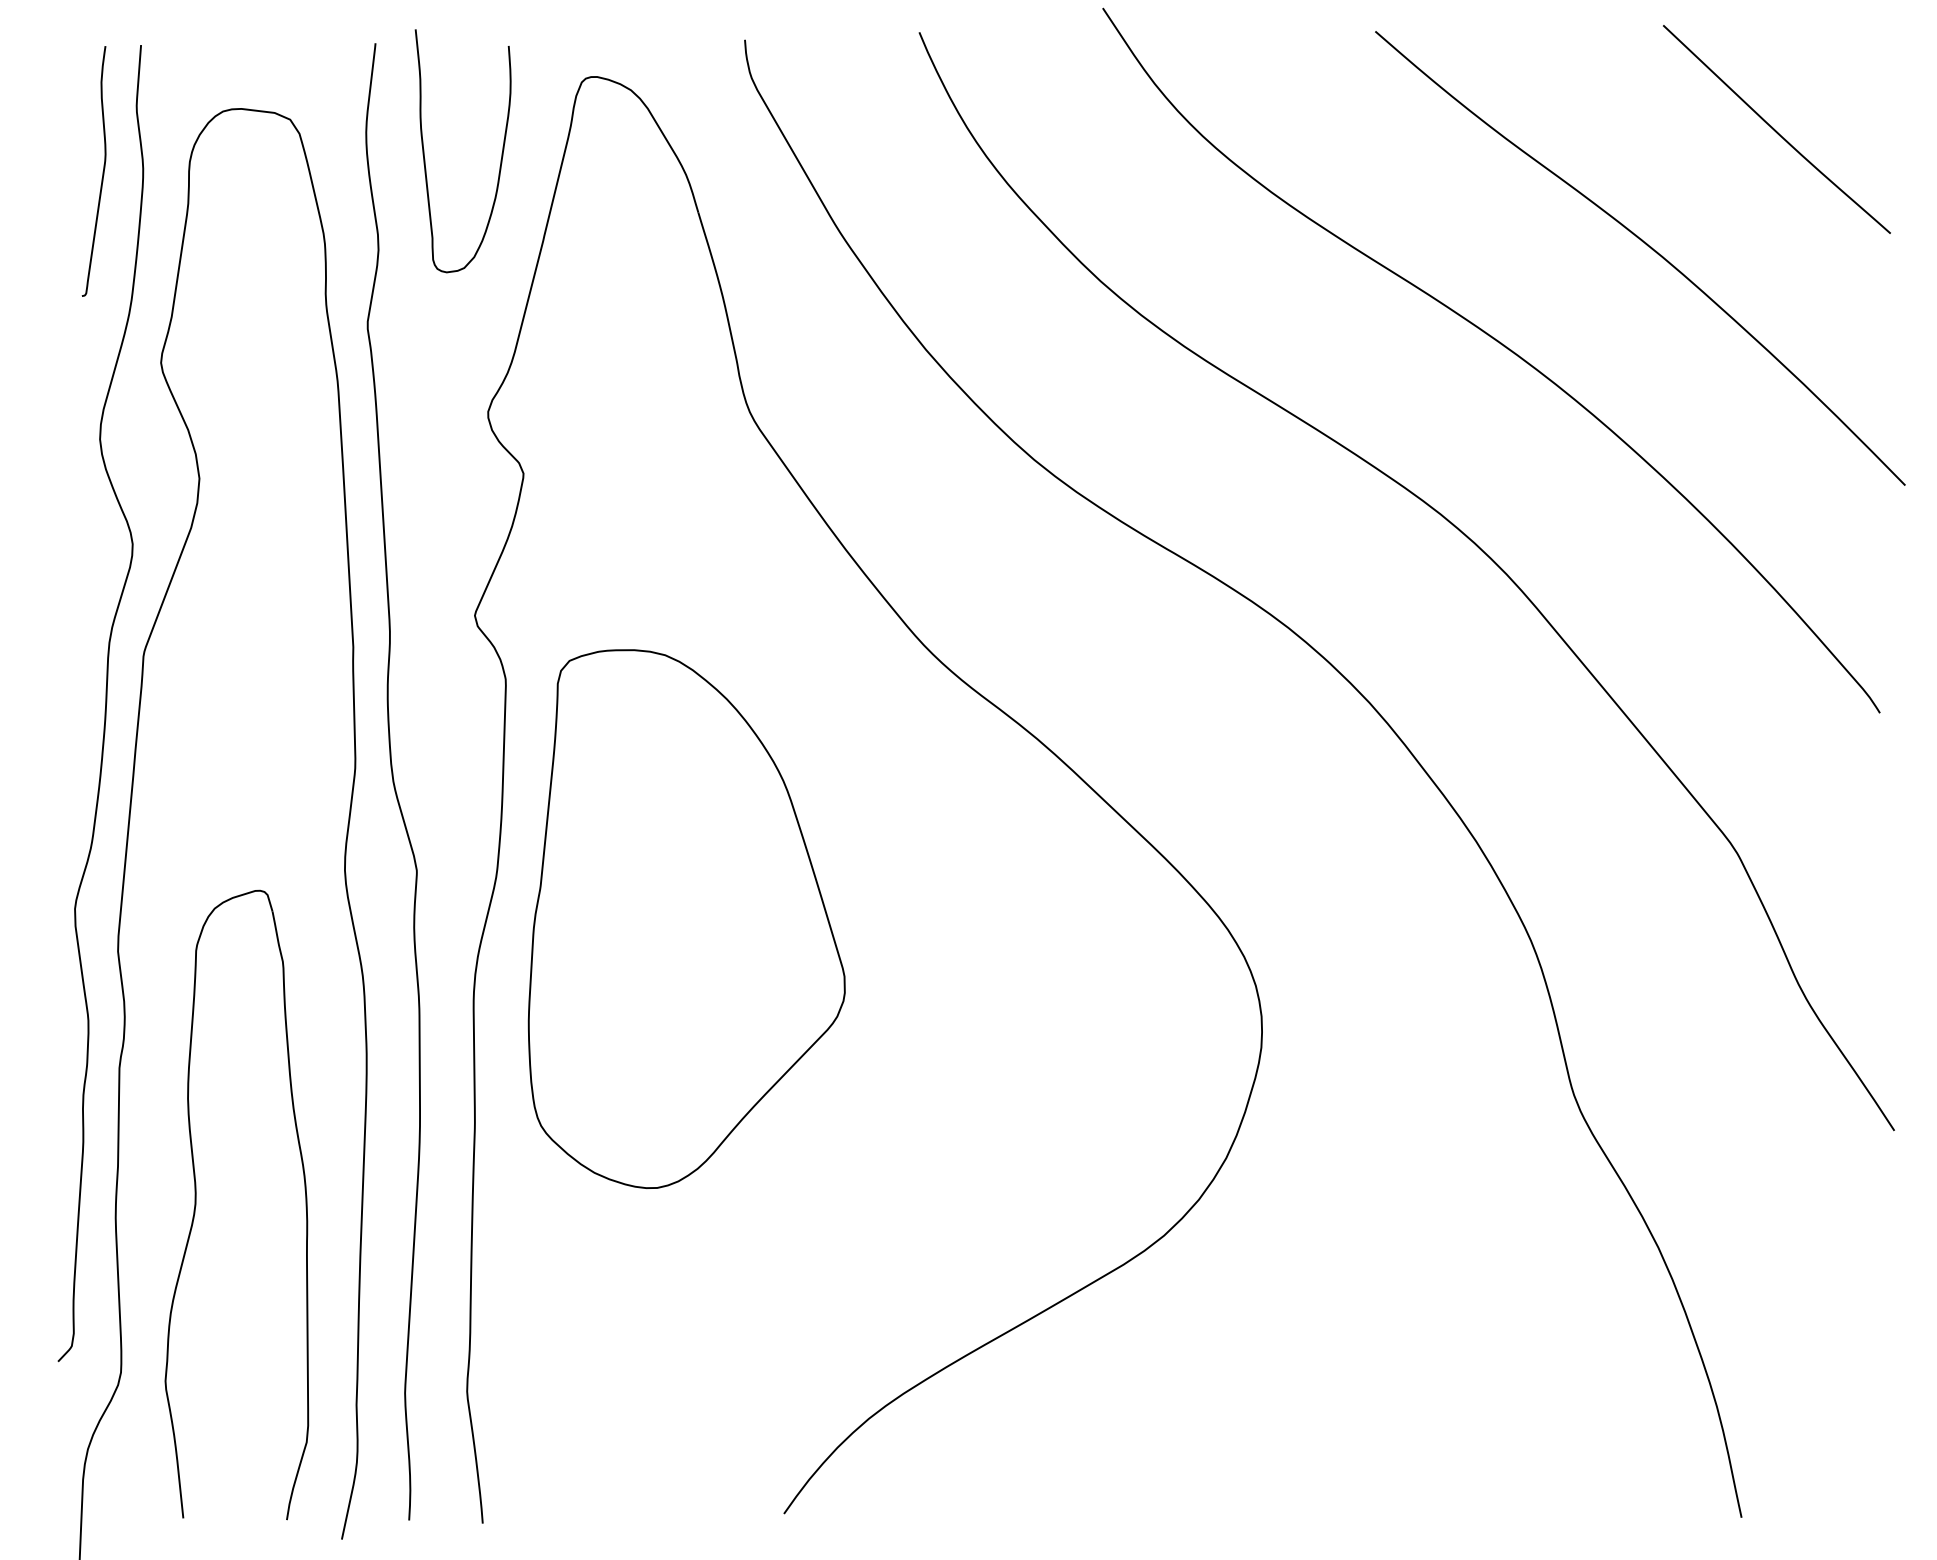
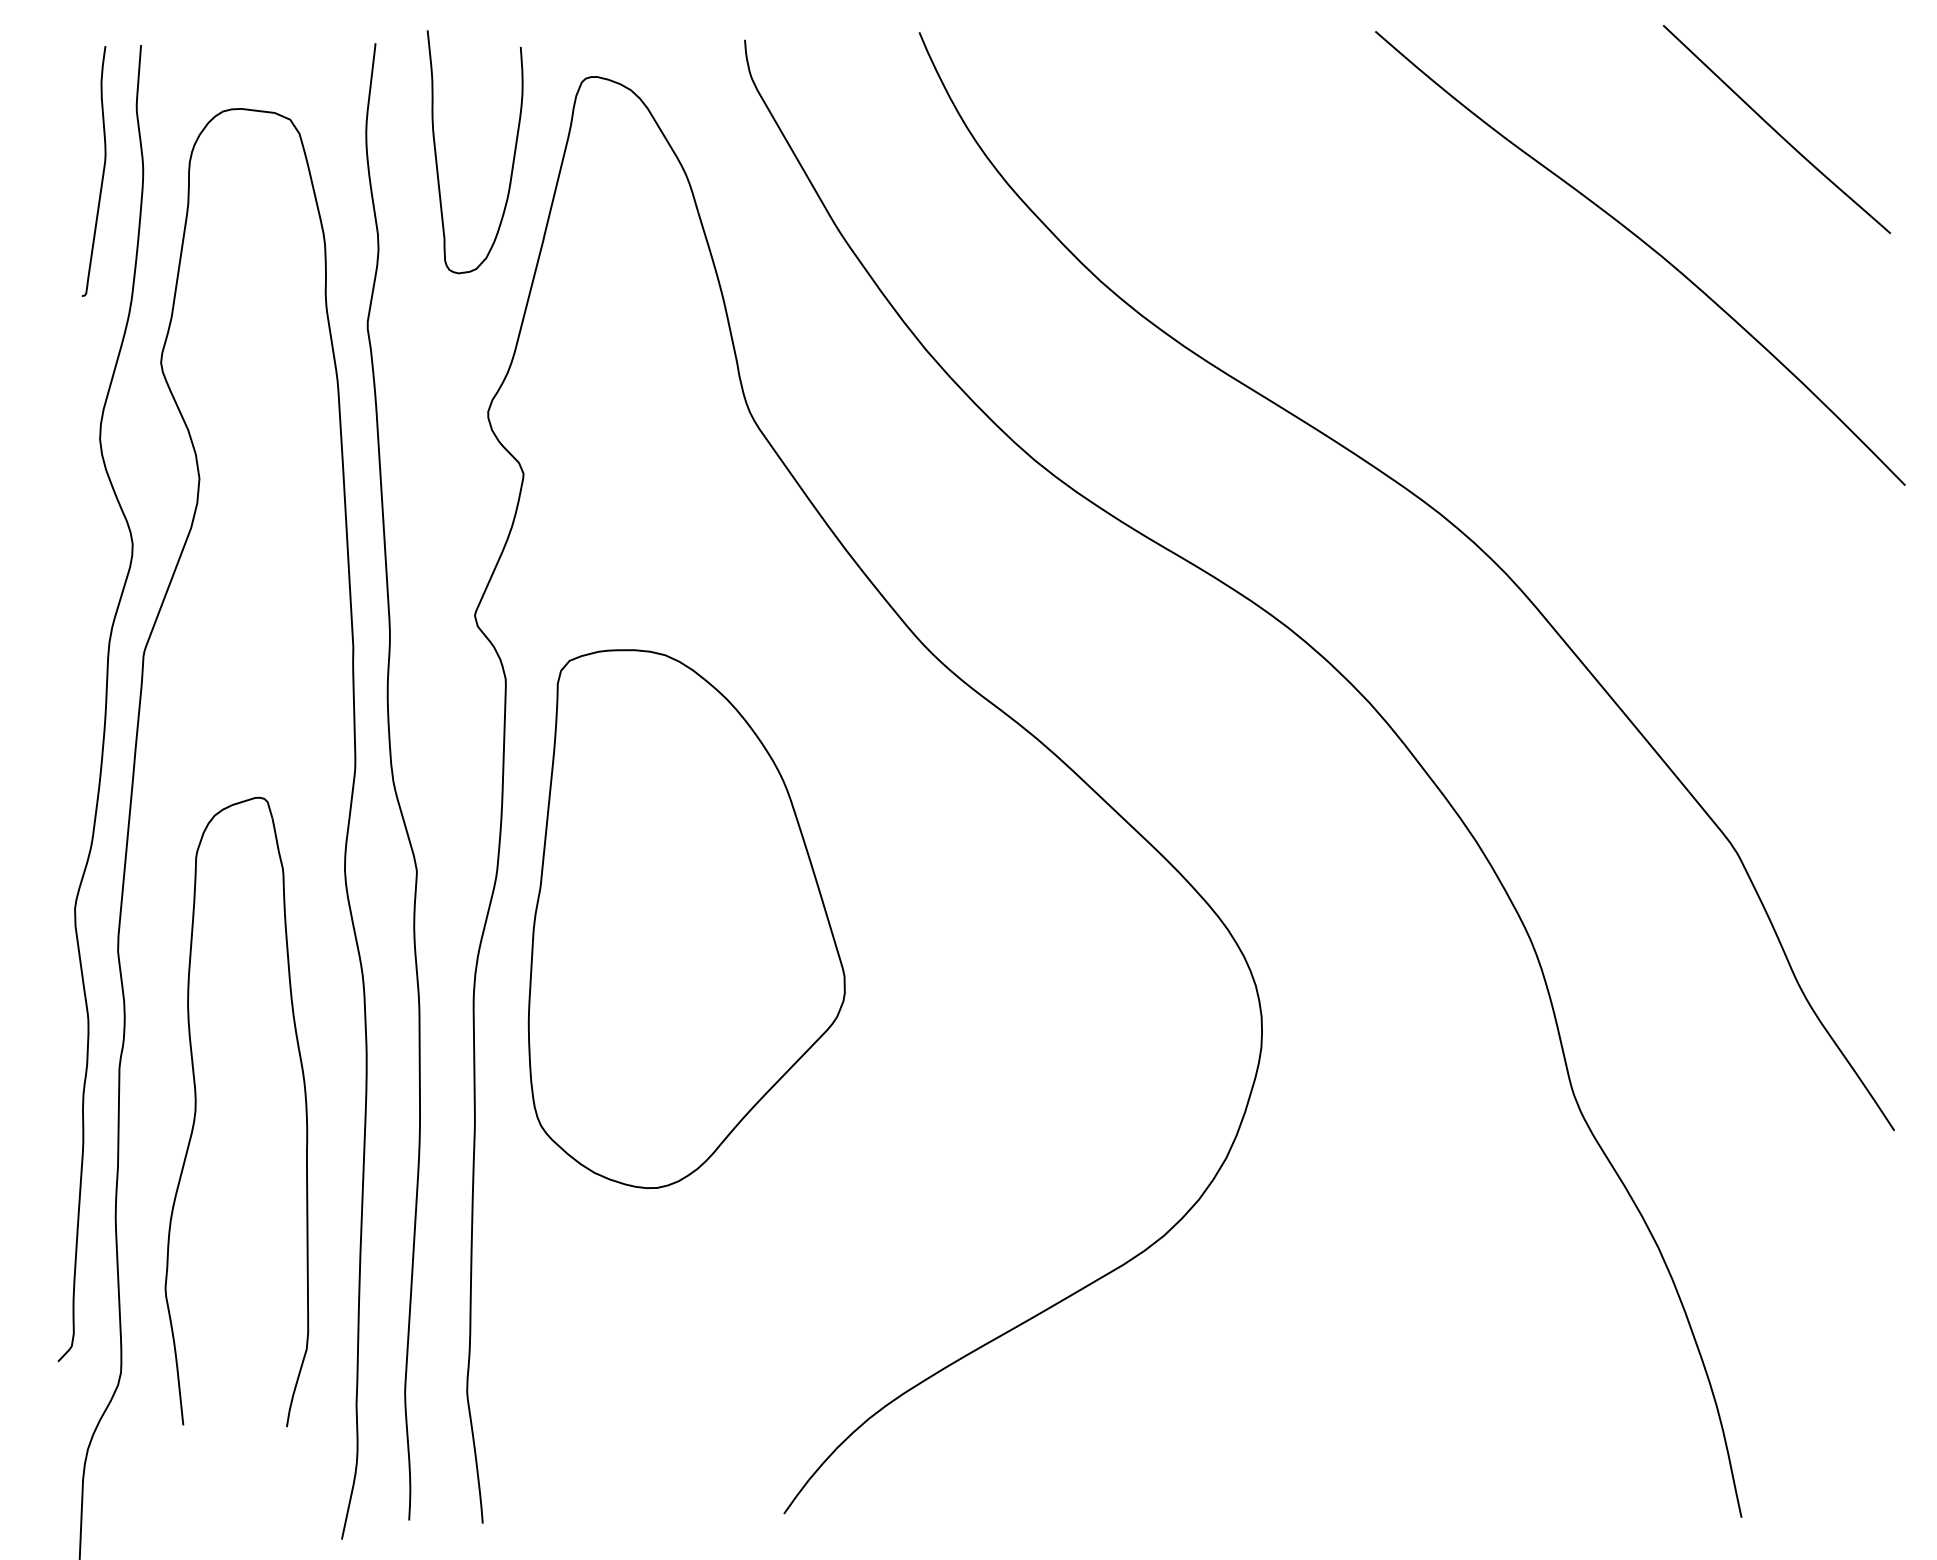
curve at (425, 159) position: (425, 159) -> (437, 160)
curve at (1500, 344): present -> none
part at (196, 1204) position: (196, 1204) -> (196, 1111)
